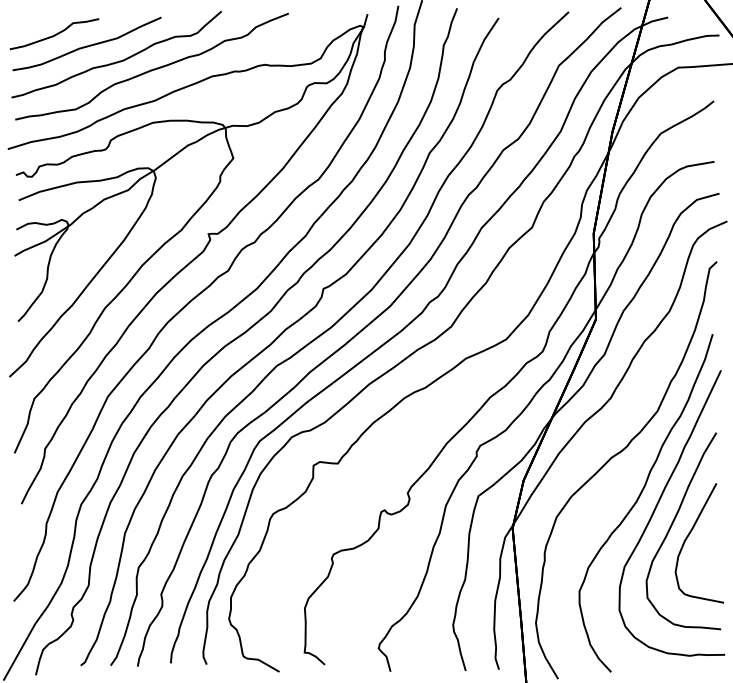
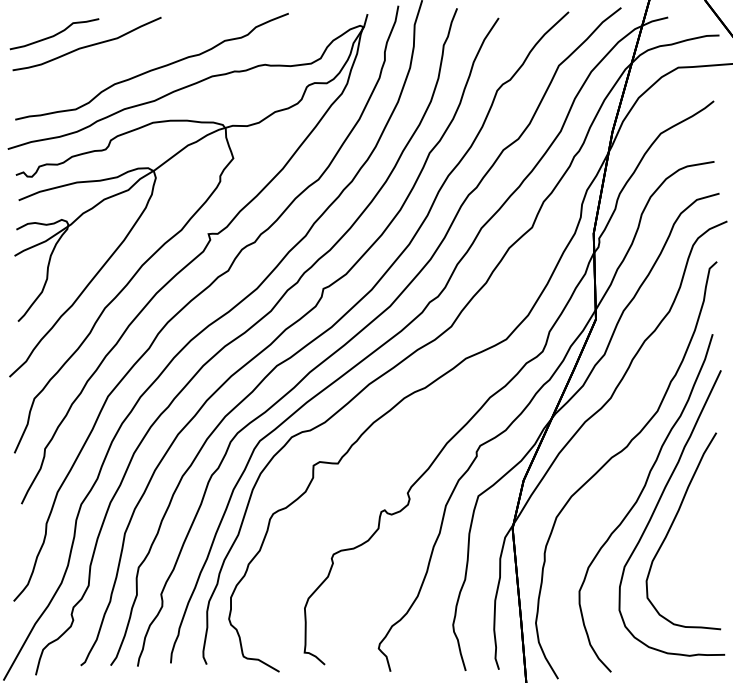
curve at (119, 60): present -> none
curve at (688, 537): present -> none
